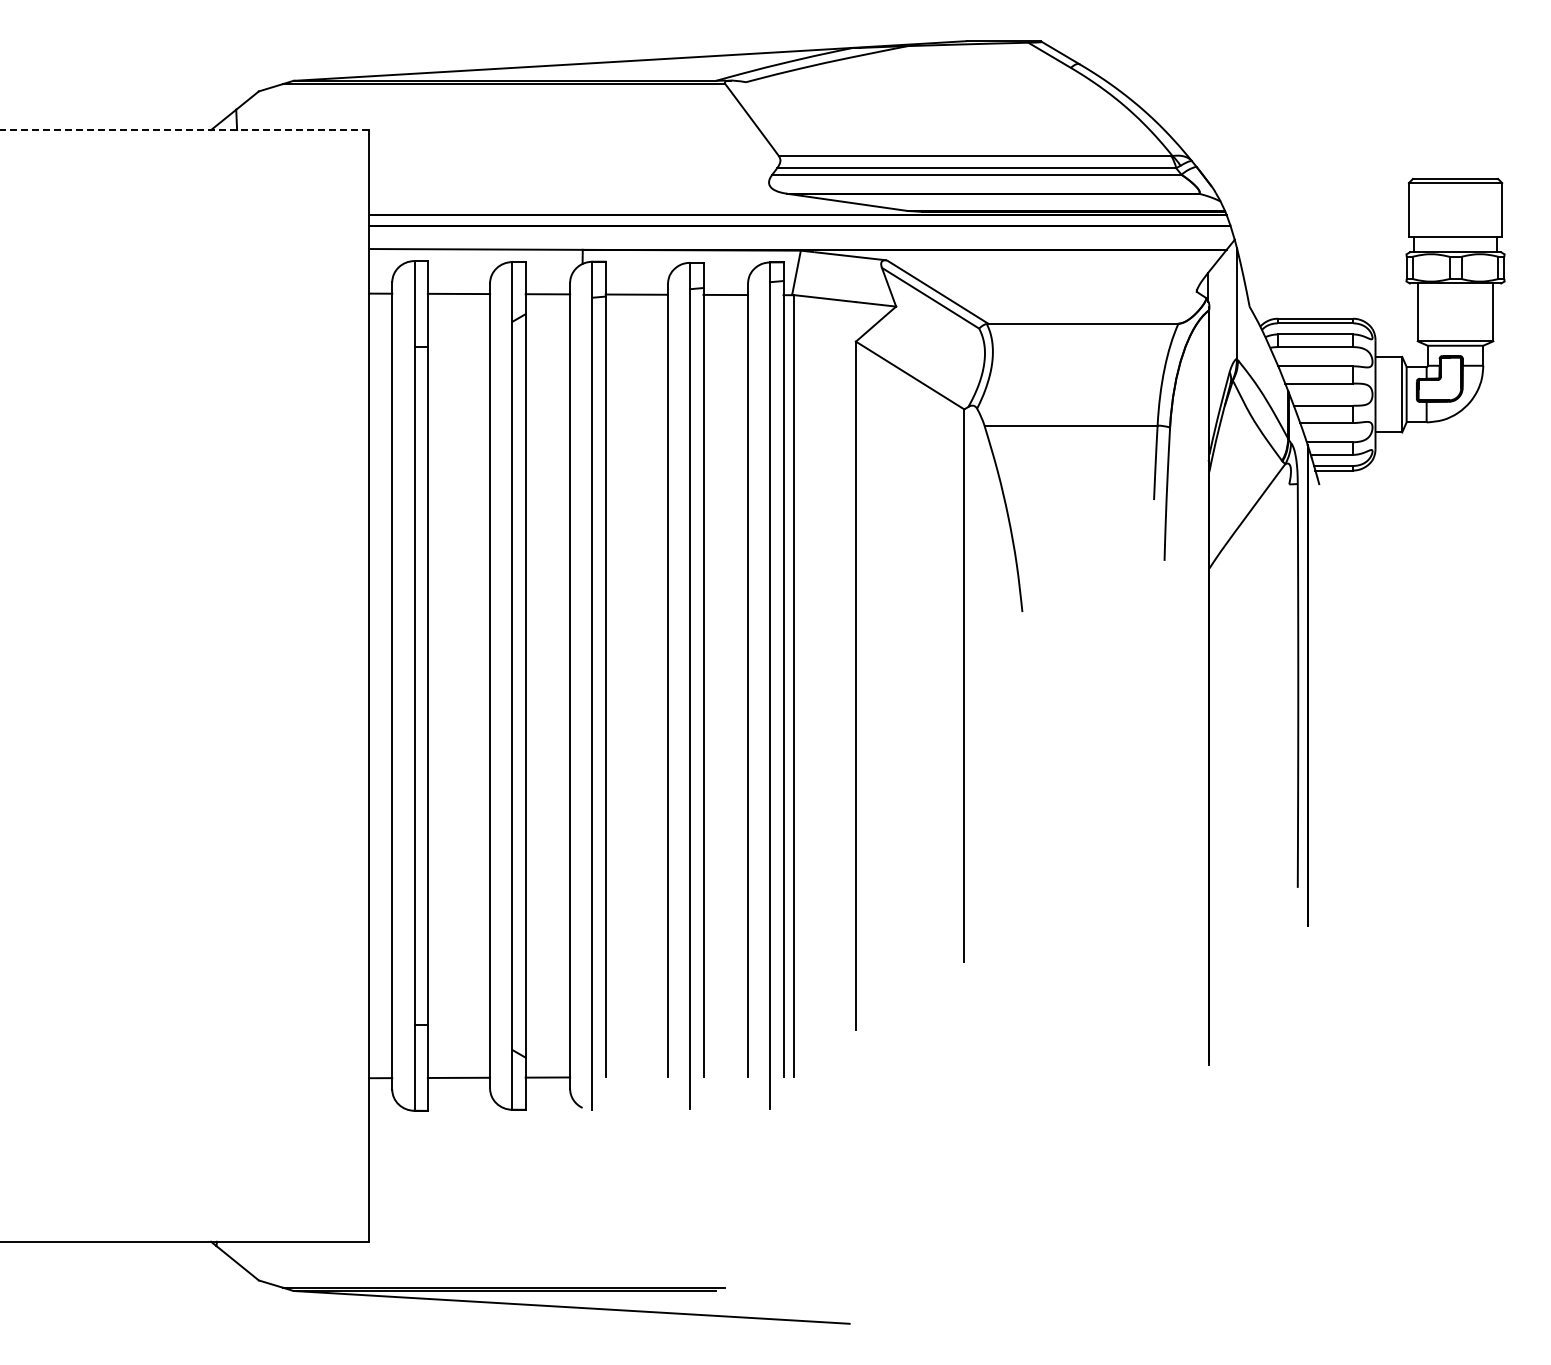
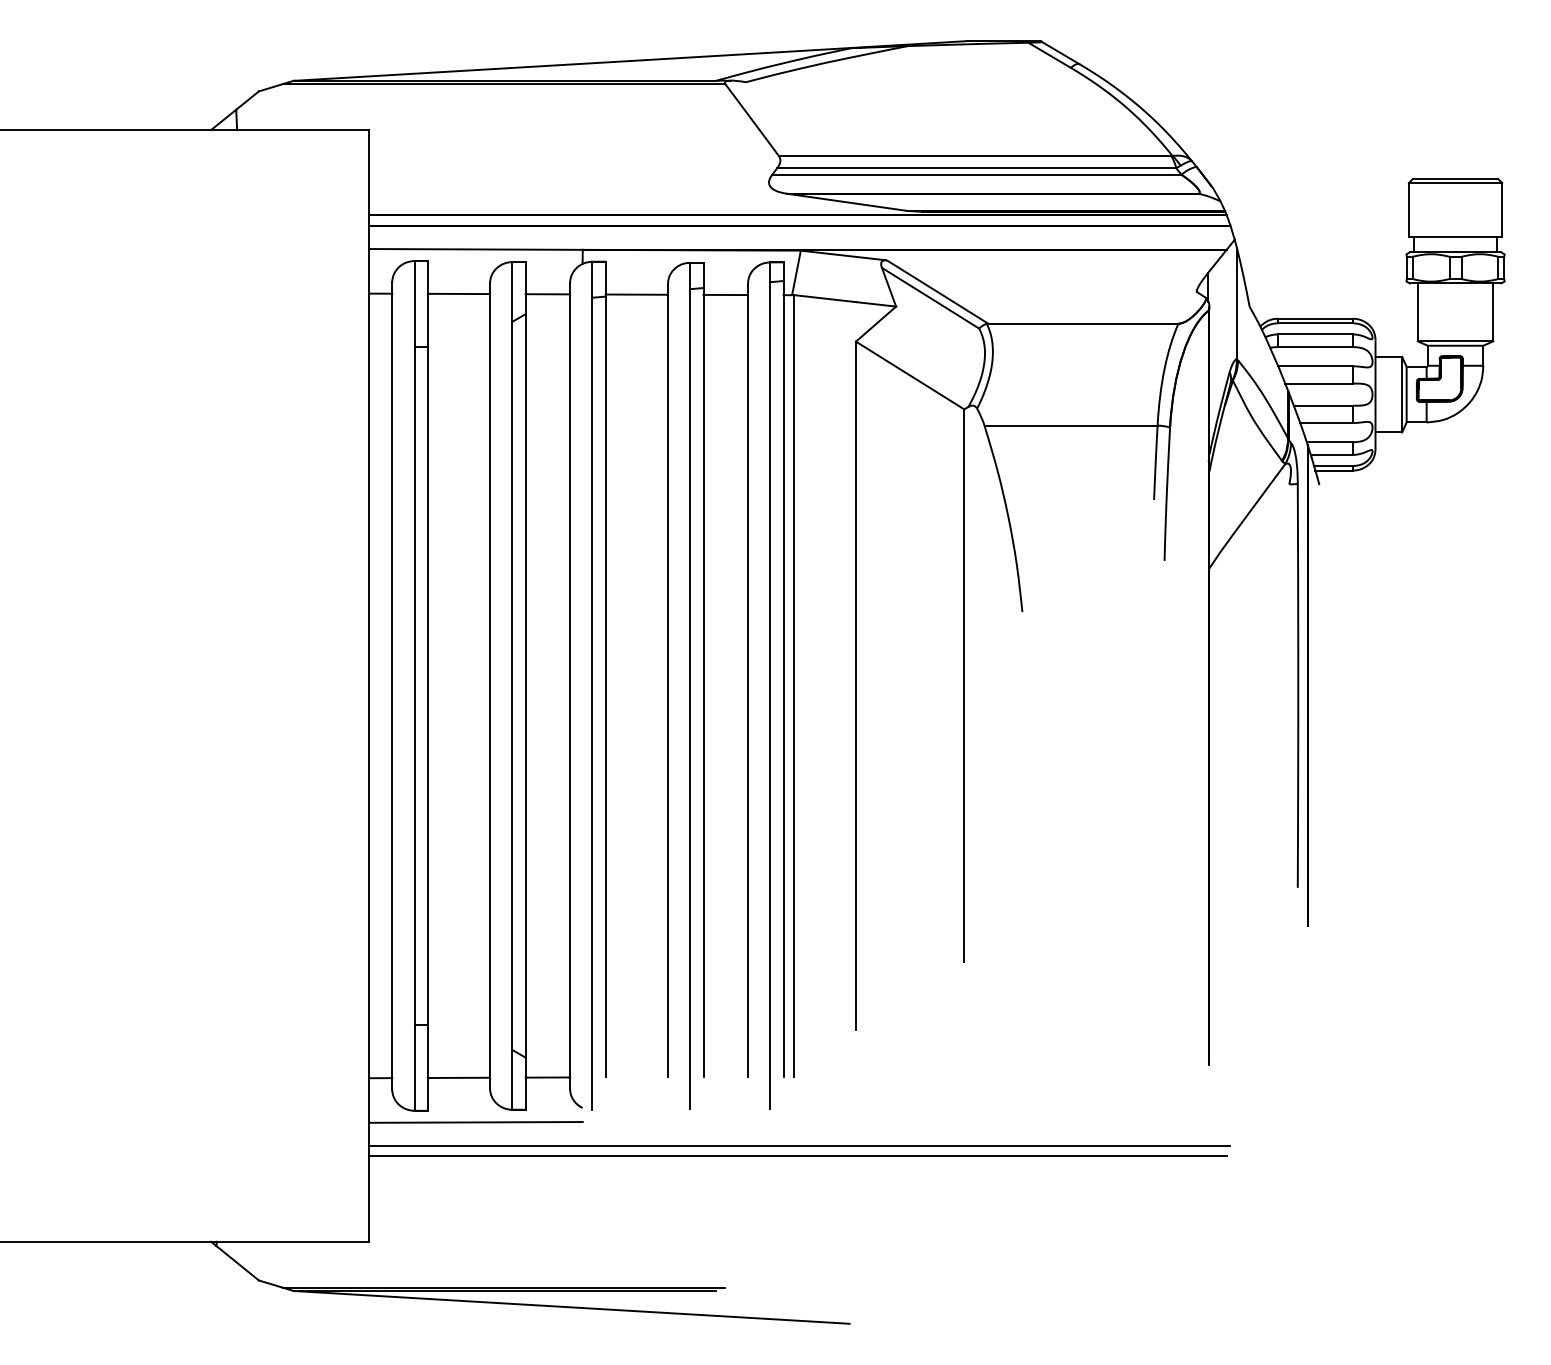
line at (184, 130): dashed -> solid
line at (475, 1122): none -> present
line at (799, 1146): none -> present
line at (797, 1156): none -> present
